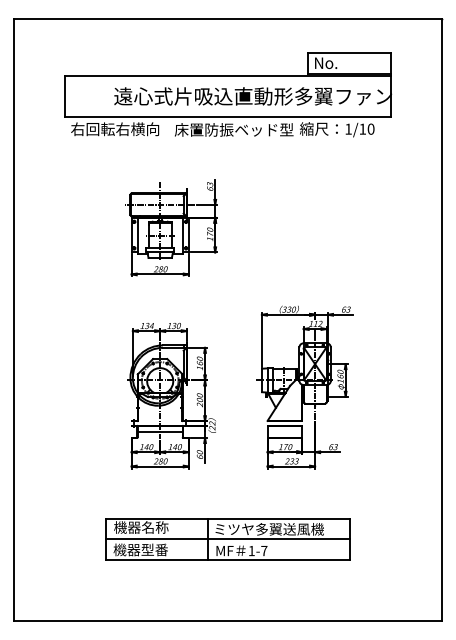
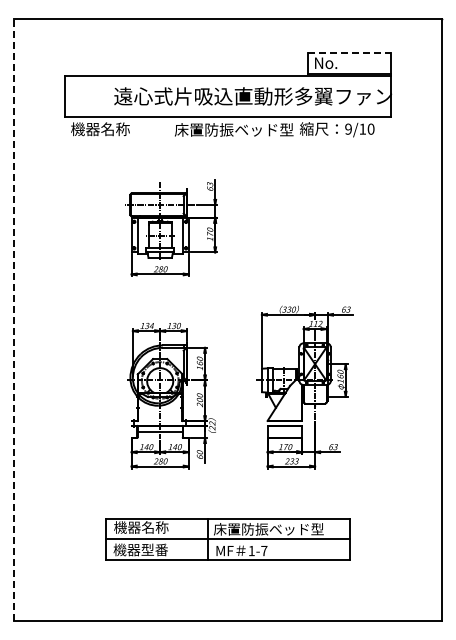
line at (349, 52): solid -> dashed
text at (348, 128): 1/10 -> 9/10
text at (115, 129): 右回転右横向 -> 機器名称
line at (13, 320): solid -> dashed
text at (268, 529): ミツヤ多翼送風機 -> 床置防振ベッド型
